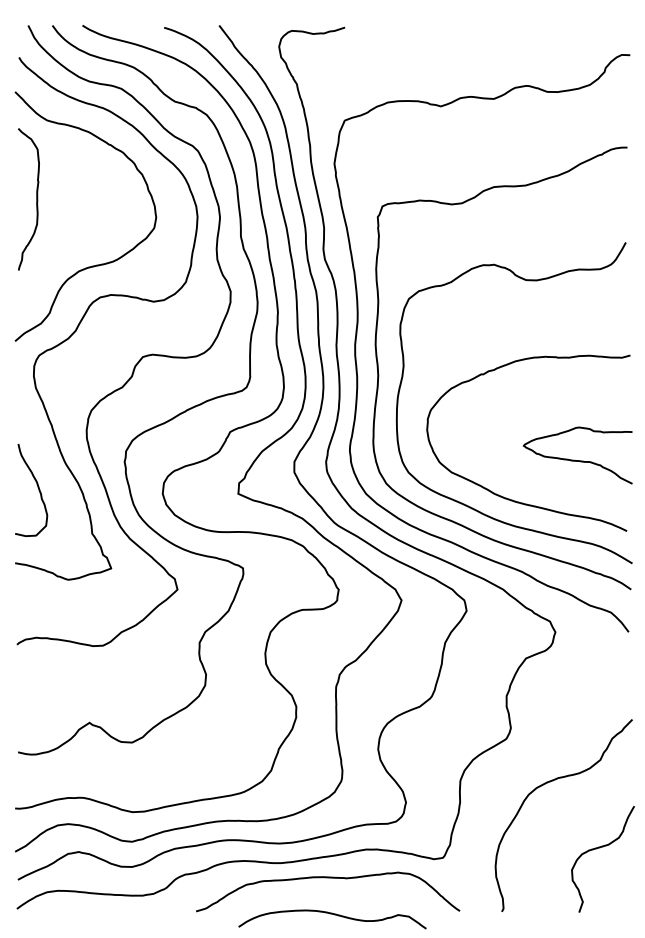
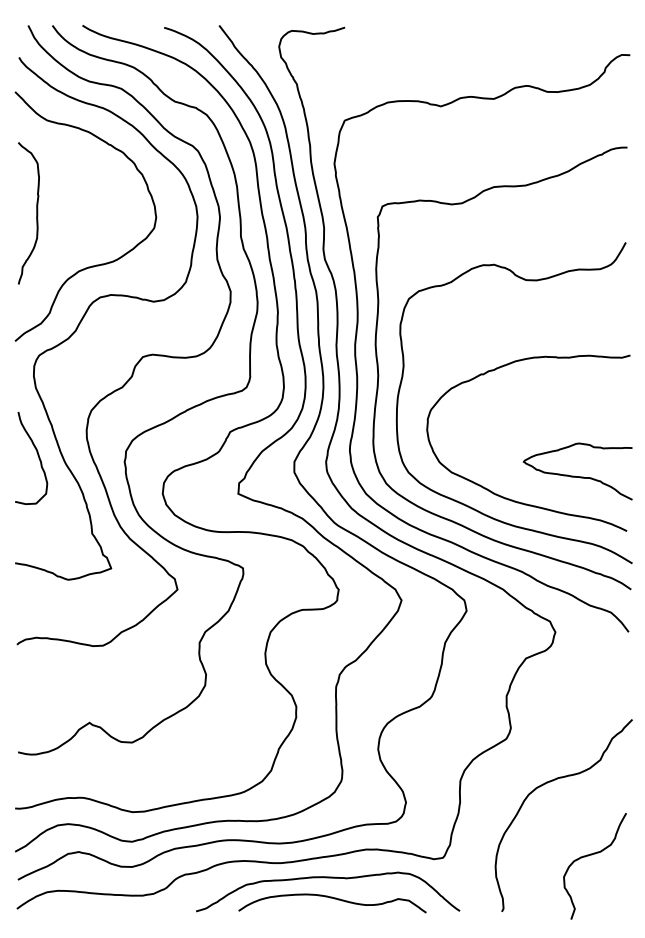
curve at (36, 199) position: (36, 199) -> (36, 213)
curve at (574, 459) position: (574, 459) -> (574, 475)
curve at (37, 487) position: (37, 487) -> (37, 455)
curve at (600, 848) position: (600, 848) -> (592, 855)
curve at (334, 915) position: (334, 915) -> (334, 899)
